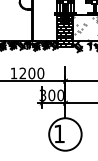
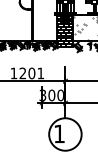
text at (40, 73): 1200 -> 1201
